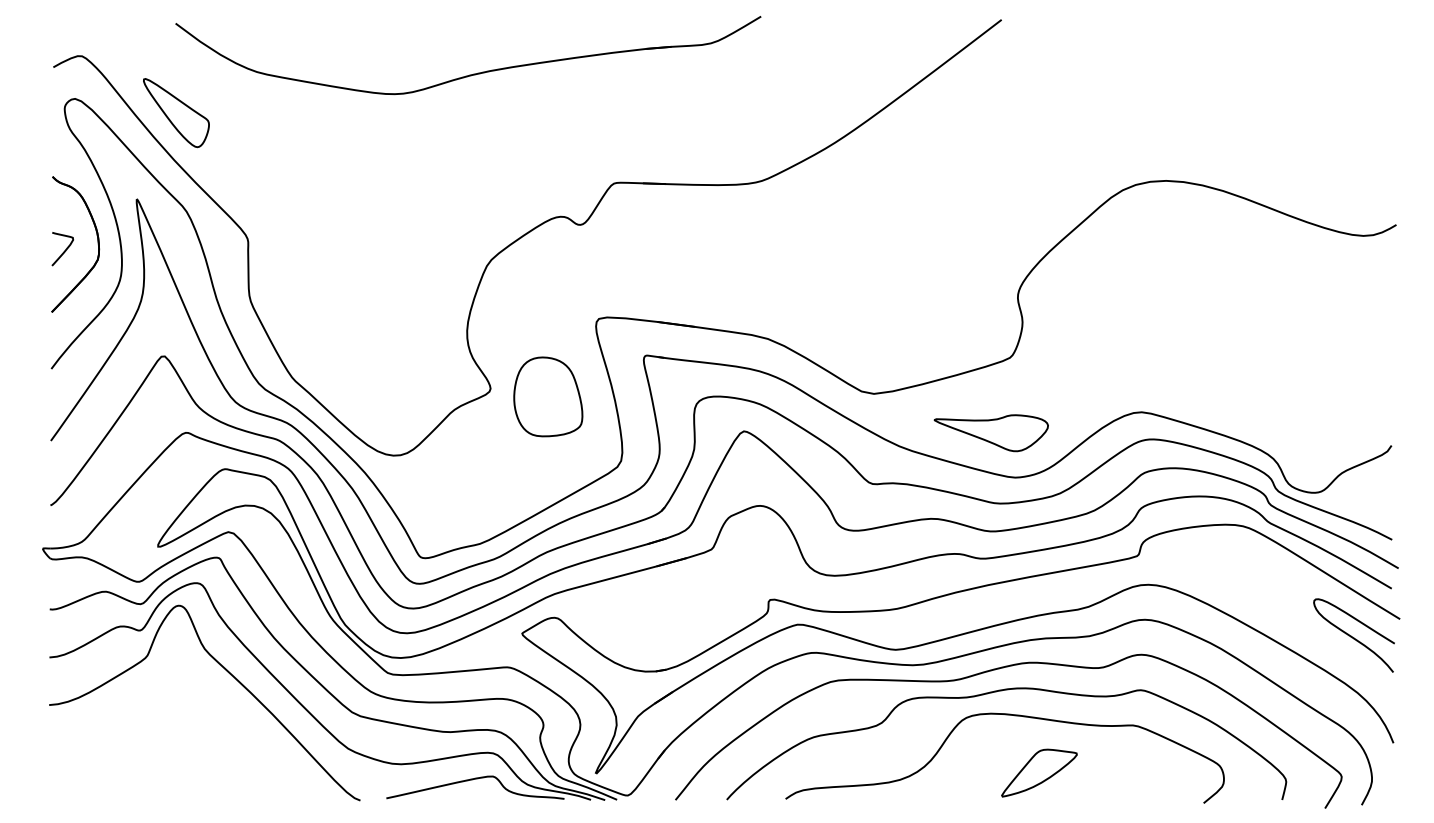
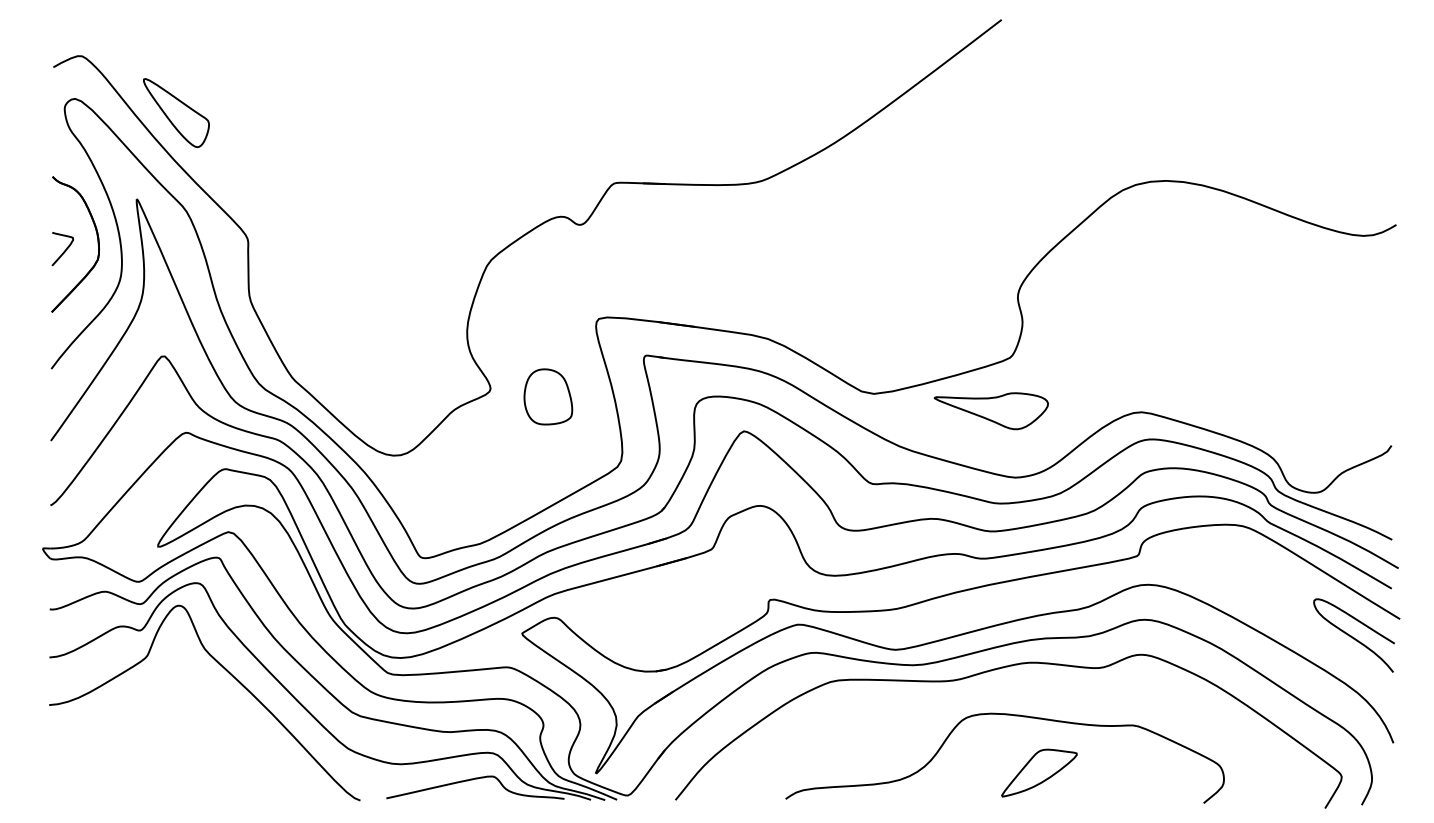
part at (473, 73): present -> none
part at (548, 396) size: 71x82 px -> 51x58 px
part at (990, 433) position: (990, 433) -> (990, 411)
curve at (992, 693): present -> none
